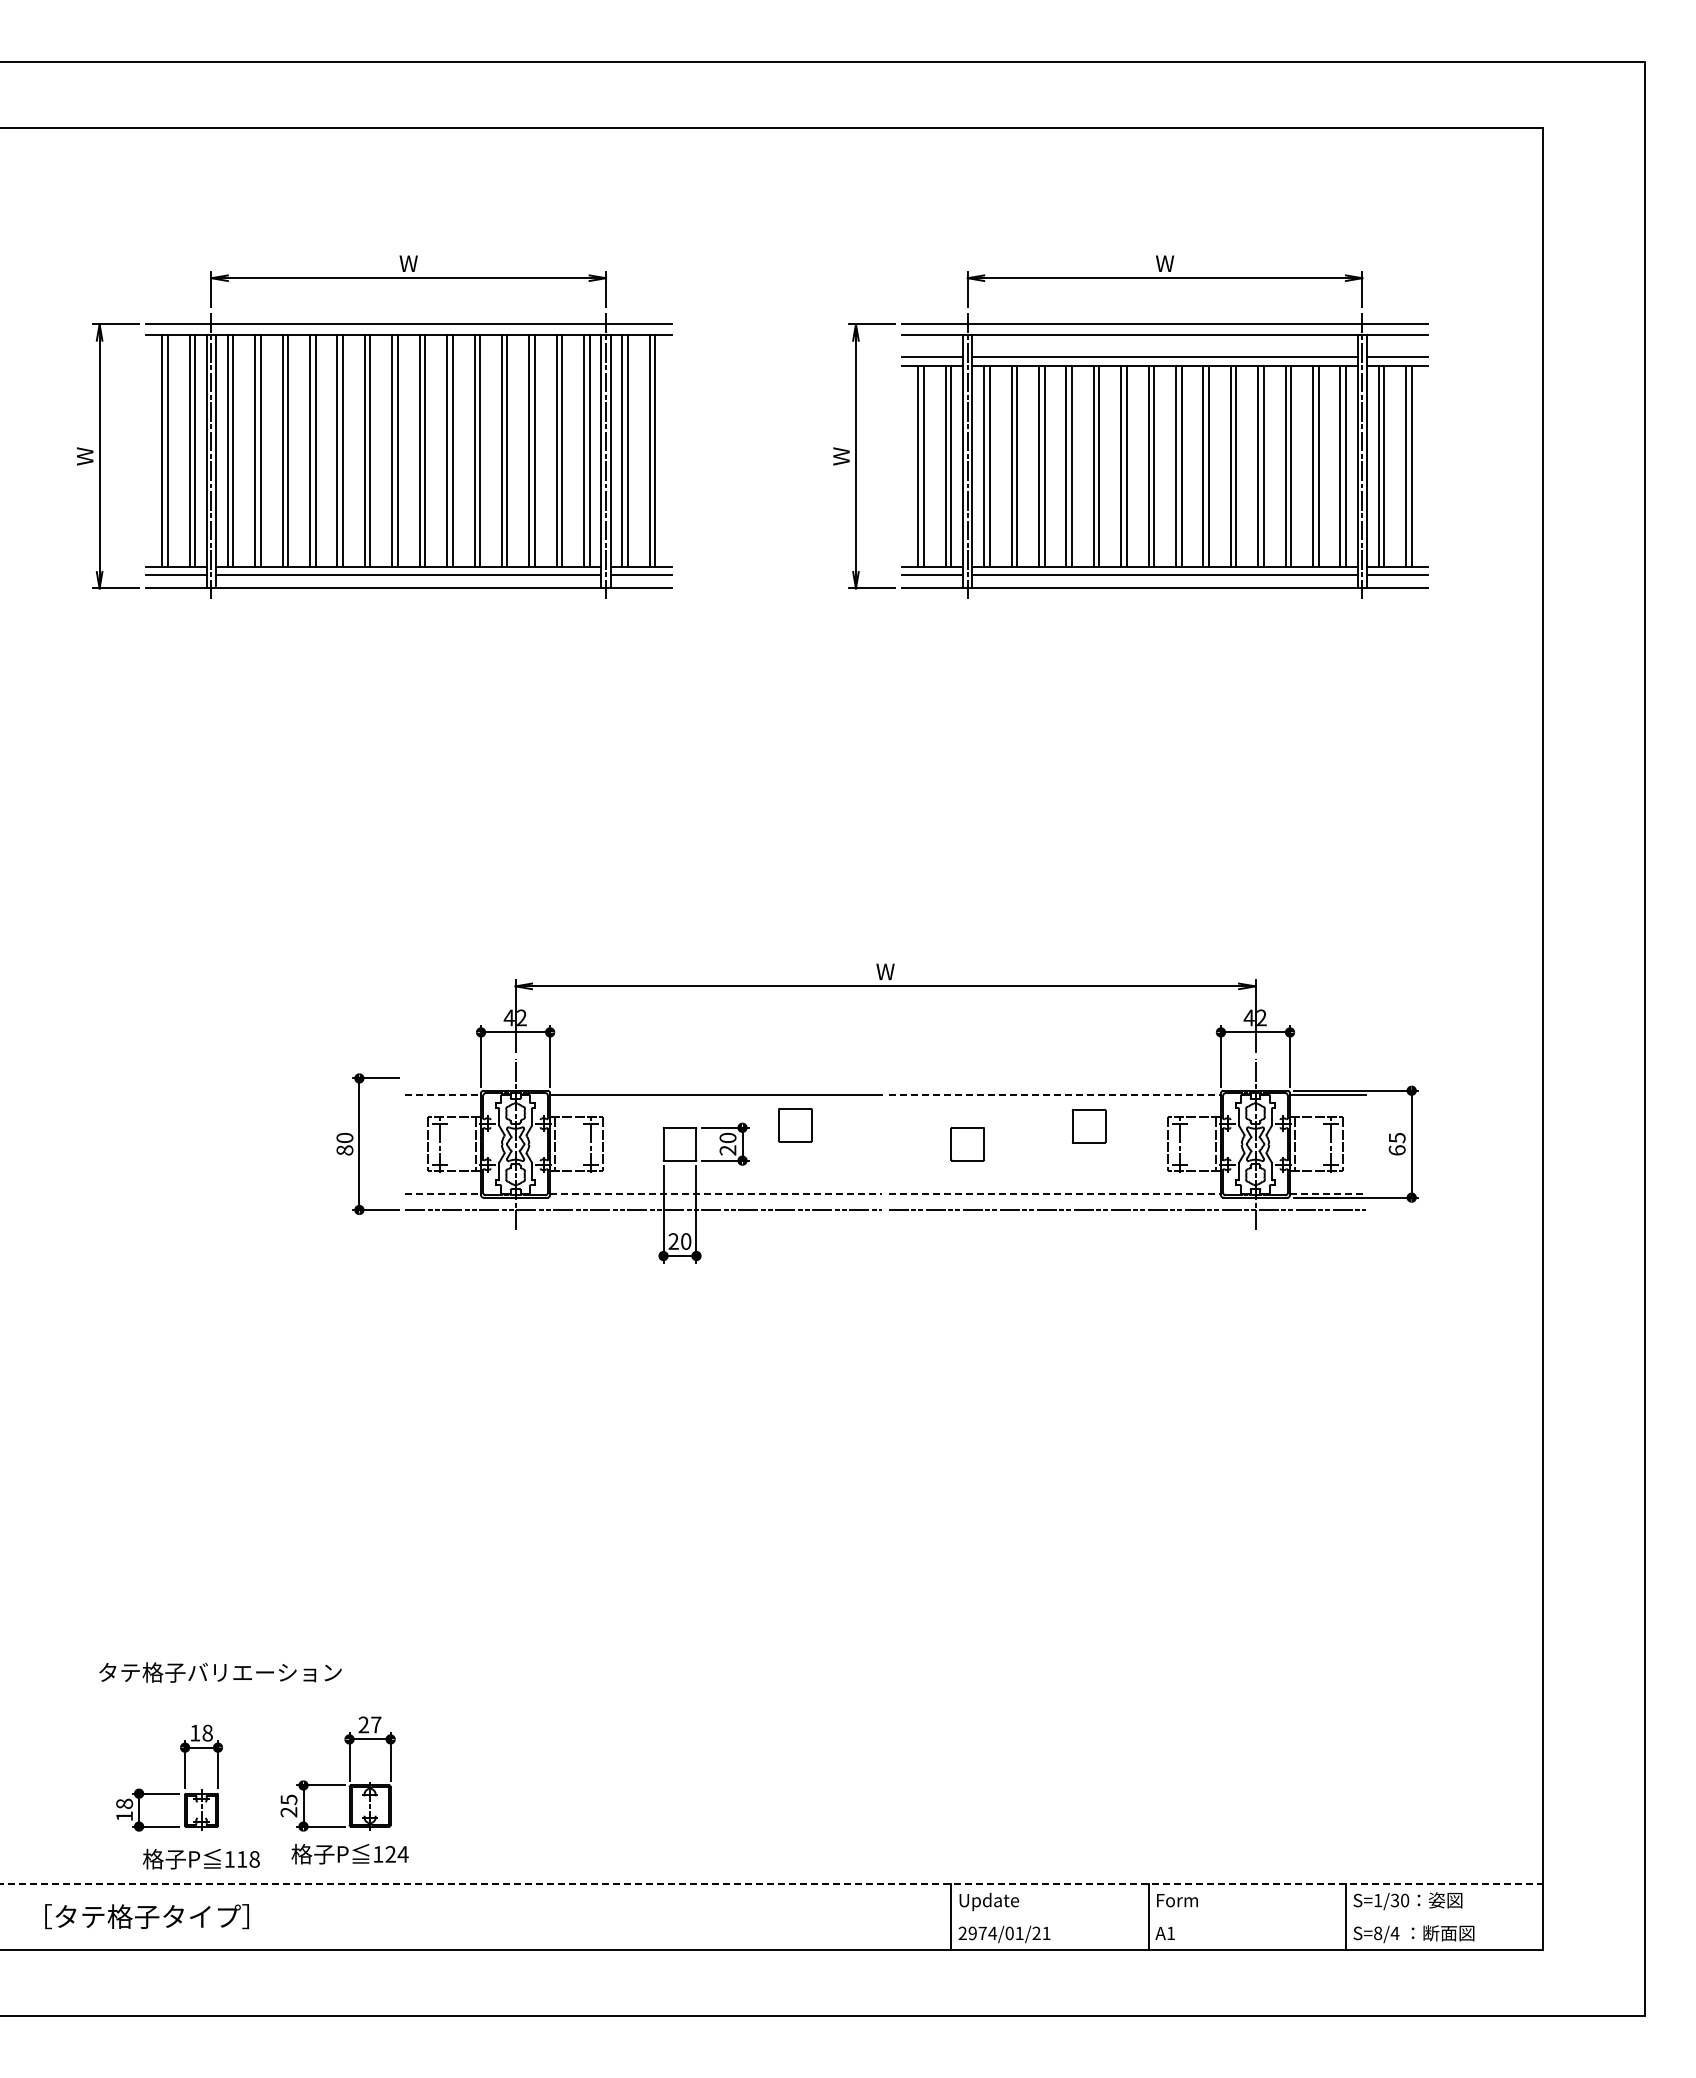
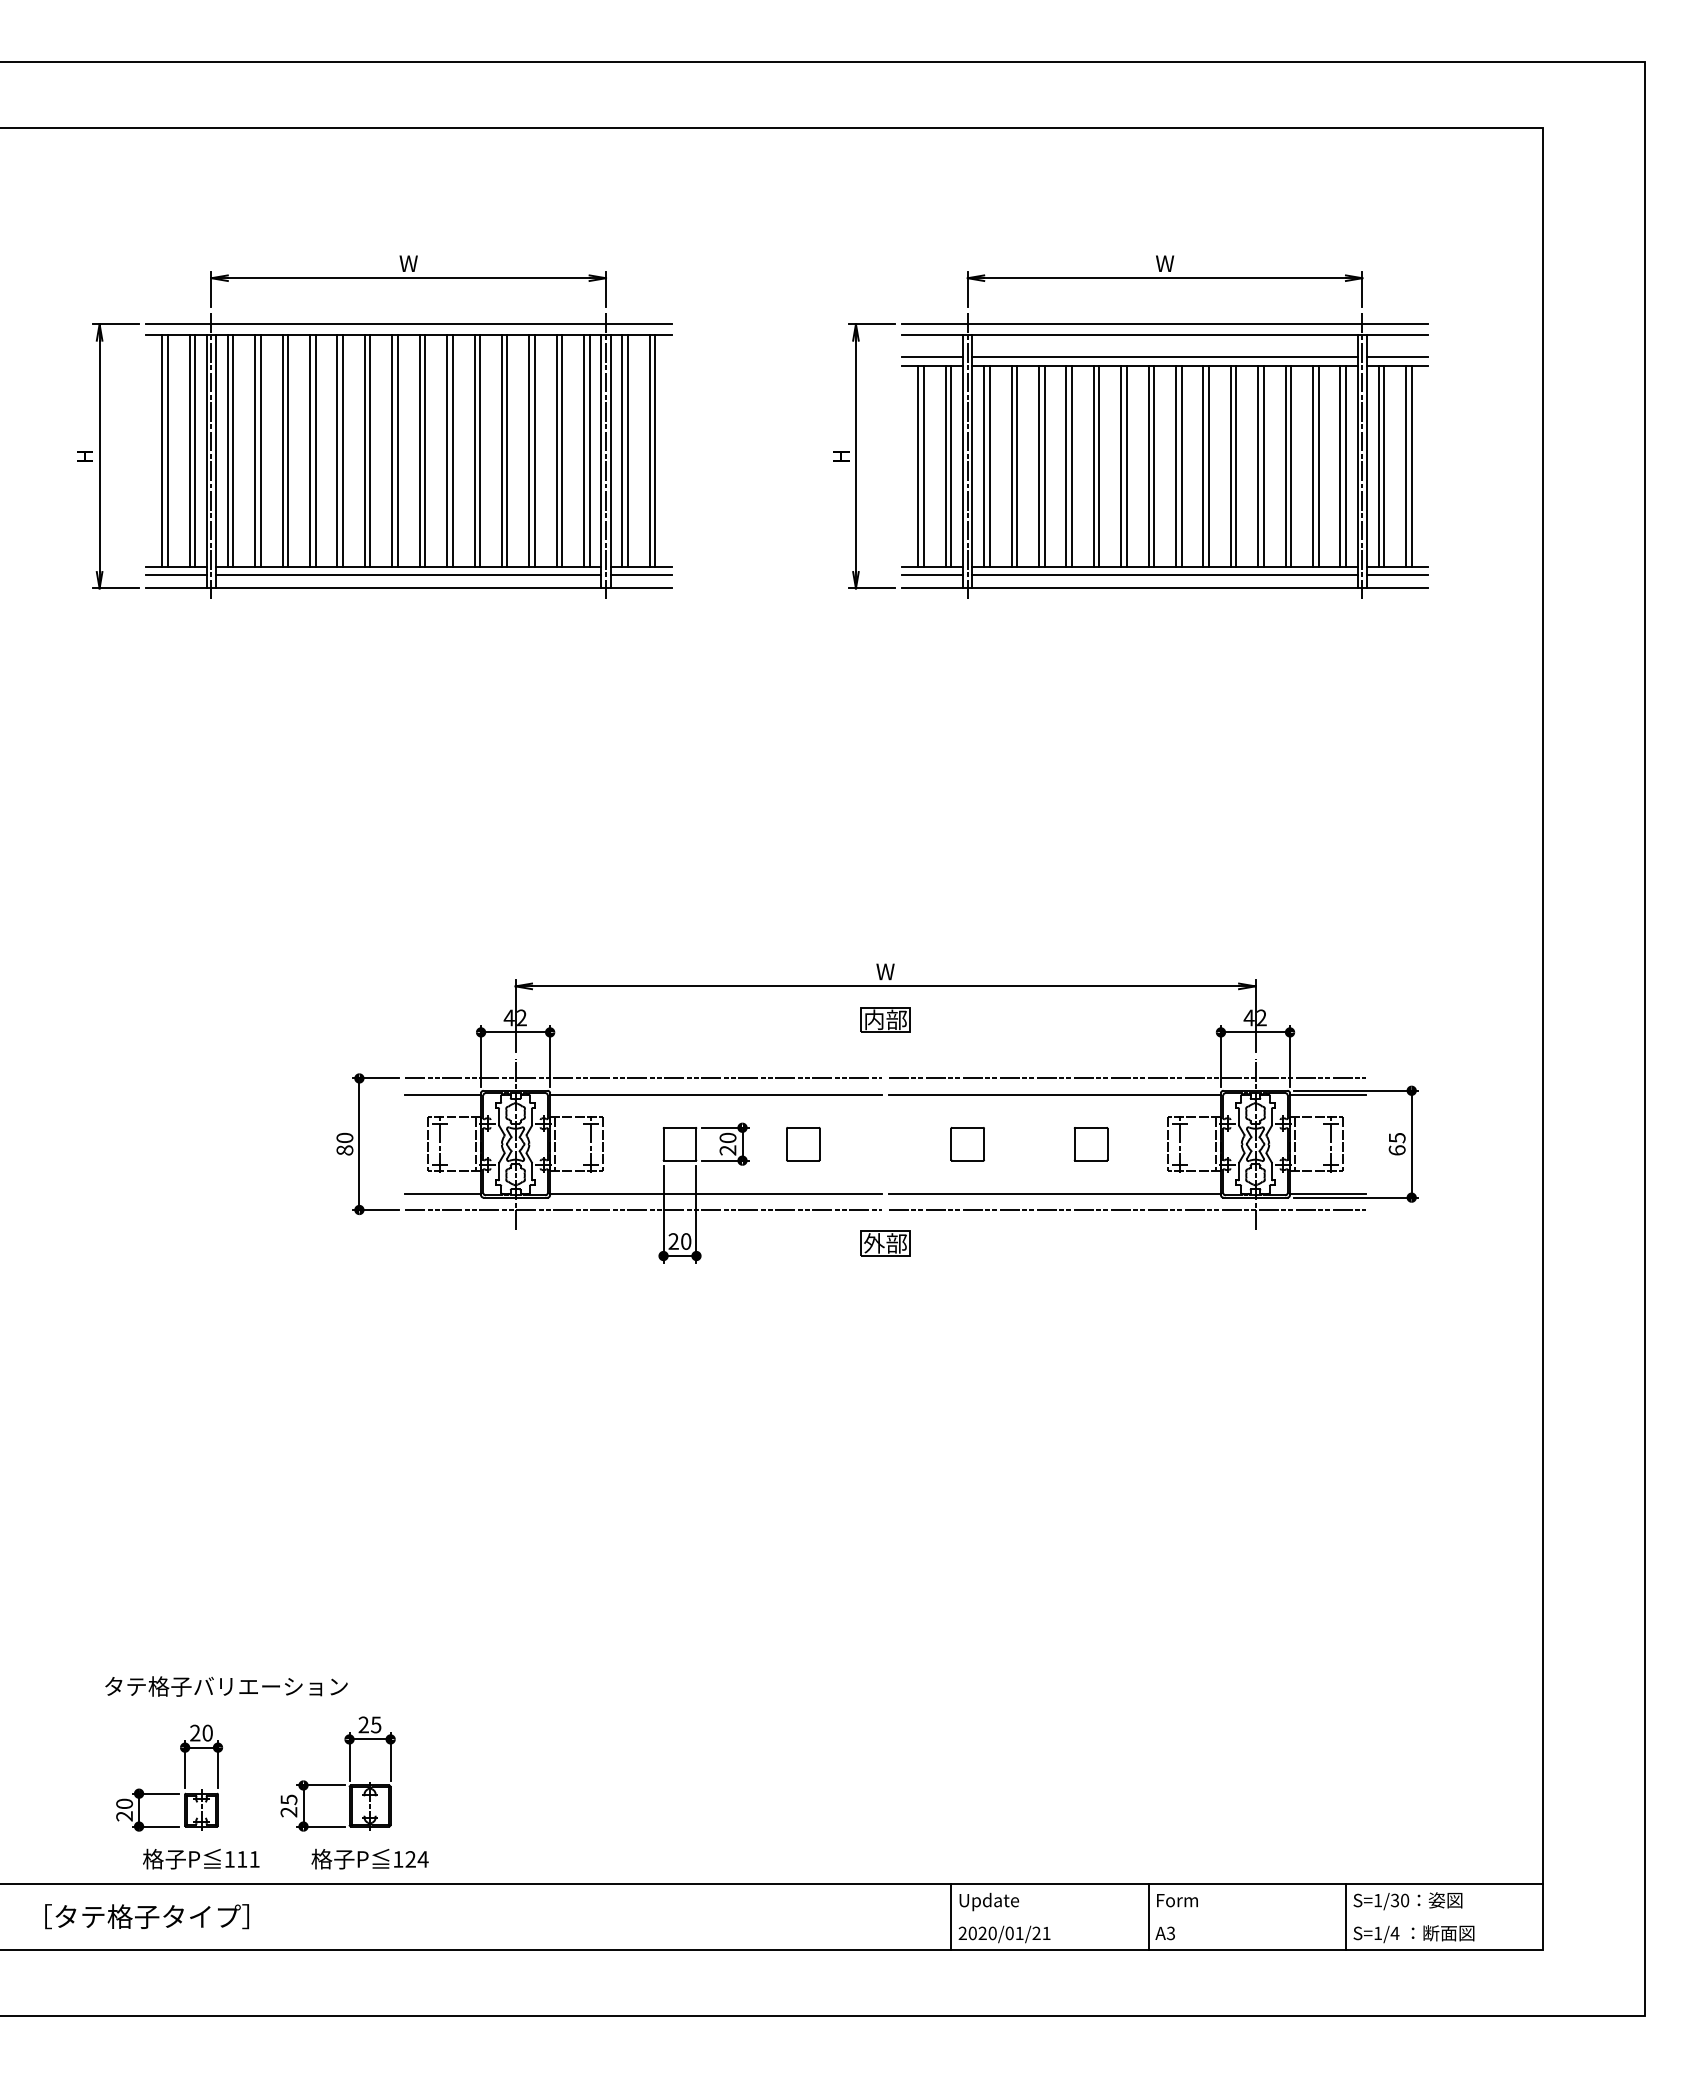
text at (85, 456): W -> H
text at (841, 456): W -> H
part at (885, 1019): none -> present
line at (643, 1078): none -> present
line at (1126, 1078): none -> present
line at (443, 1094): dashed -> solid
line at (1055, 1094): dashed -> solid
part at (795, 1125) position: (795, 1125) -> (803, 1144)
part at (1088, 1126) position: (1088, 1126) -> (1090, 1144)
line at (443, 1193): dashed -> solid
line at (716, 1193): dashed -> solid
line at (1055, 1193): dashed -> solid
line at (1327, 1193): dashed -> solid
part at (885, 1243): none -> present
text at (220, 1672) position: (220, 1672) -> (226, 1686)
text at (376, 1724): 27 -> 25
text at (201, 1732): 18 -> 20
text at (124, 1809): 18 -> 20
text at (349, 1853) position: (349, 1853) -> (369, 1858)
text at (254, 1859): 118 -> 111
line at (772, 1884): dashed -> solid
text at (982, 1933): 2974/01/21 -> 2020/01/21
text at (1170, 1933): A1 -> A3
text at (1378, 1933): S=8/4 -> S=1/4
